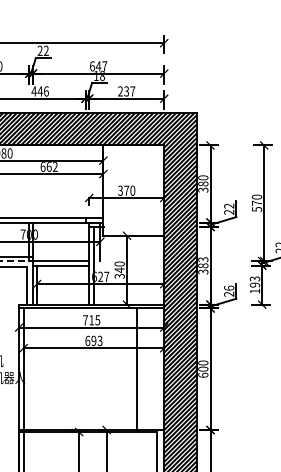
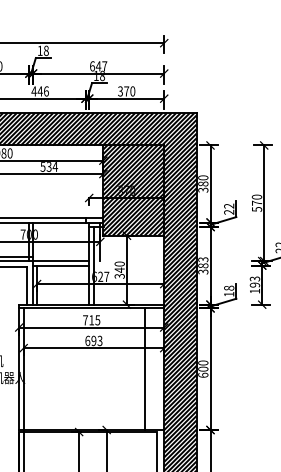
text at (42, 50): 22 -> 18
text at (126, 91): 237 -> 370
text at (49, 166): 662 -> 534
hatch at (133, 190): none -> present
line at (15, 261): dashed -> solid
text at (229, 290): 26 -> 18
line at (137, 369) position: (137, 369) -> (145, 369)
